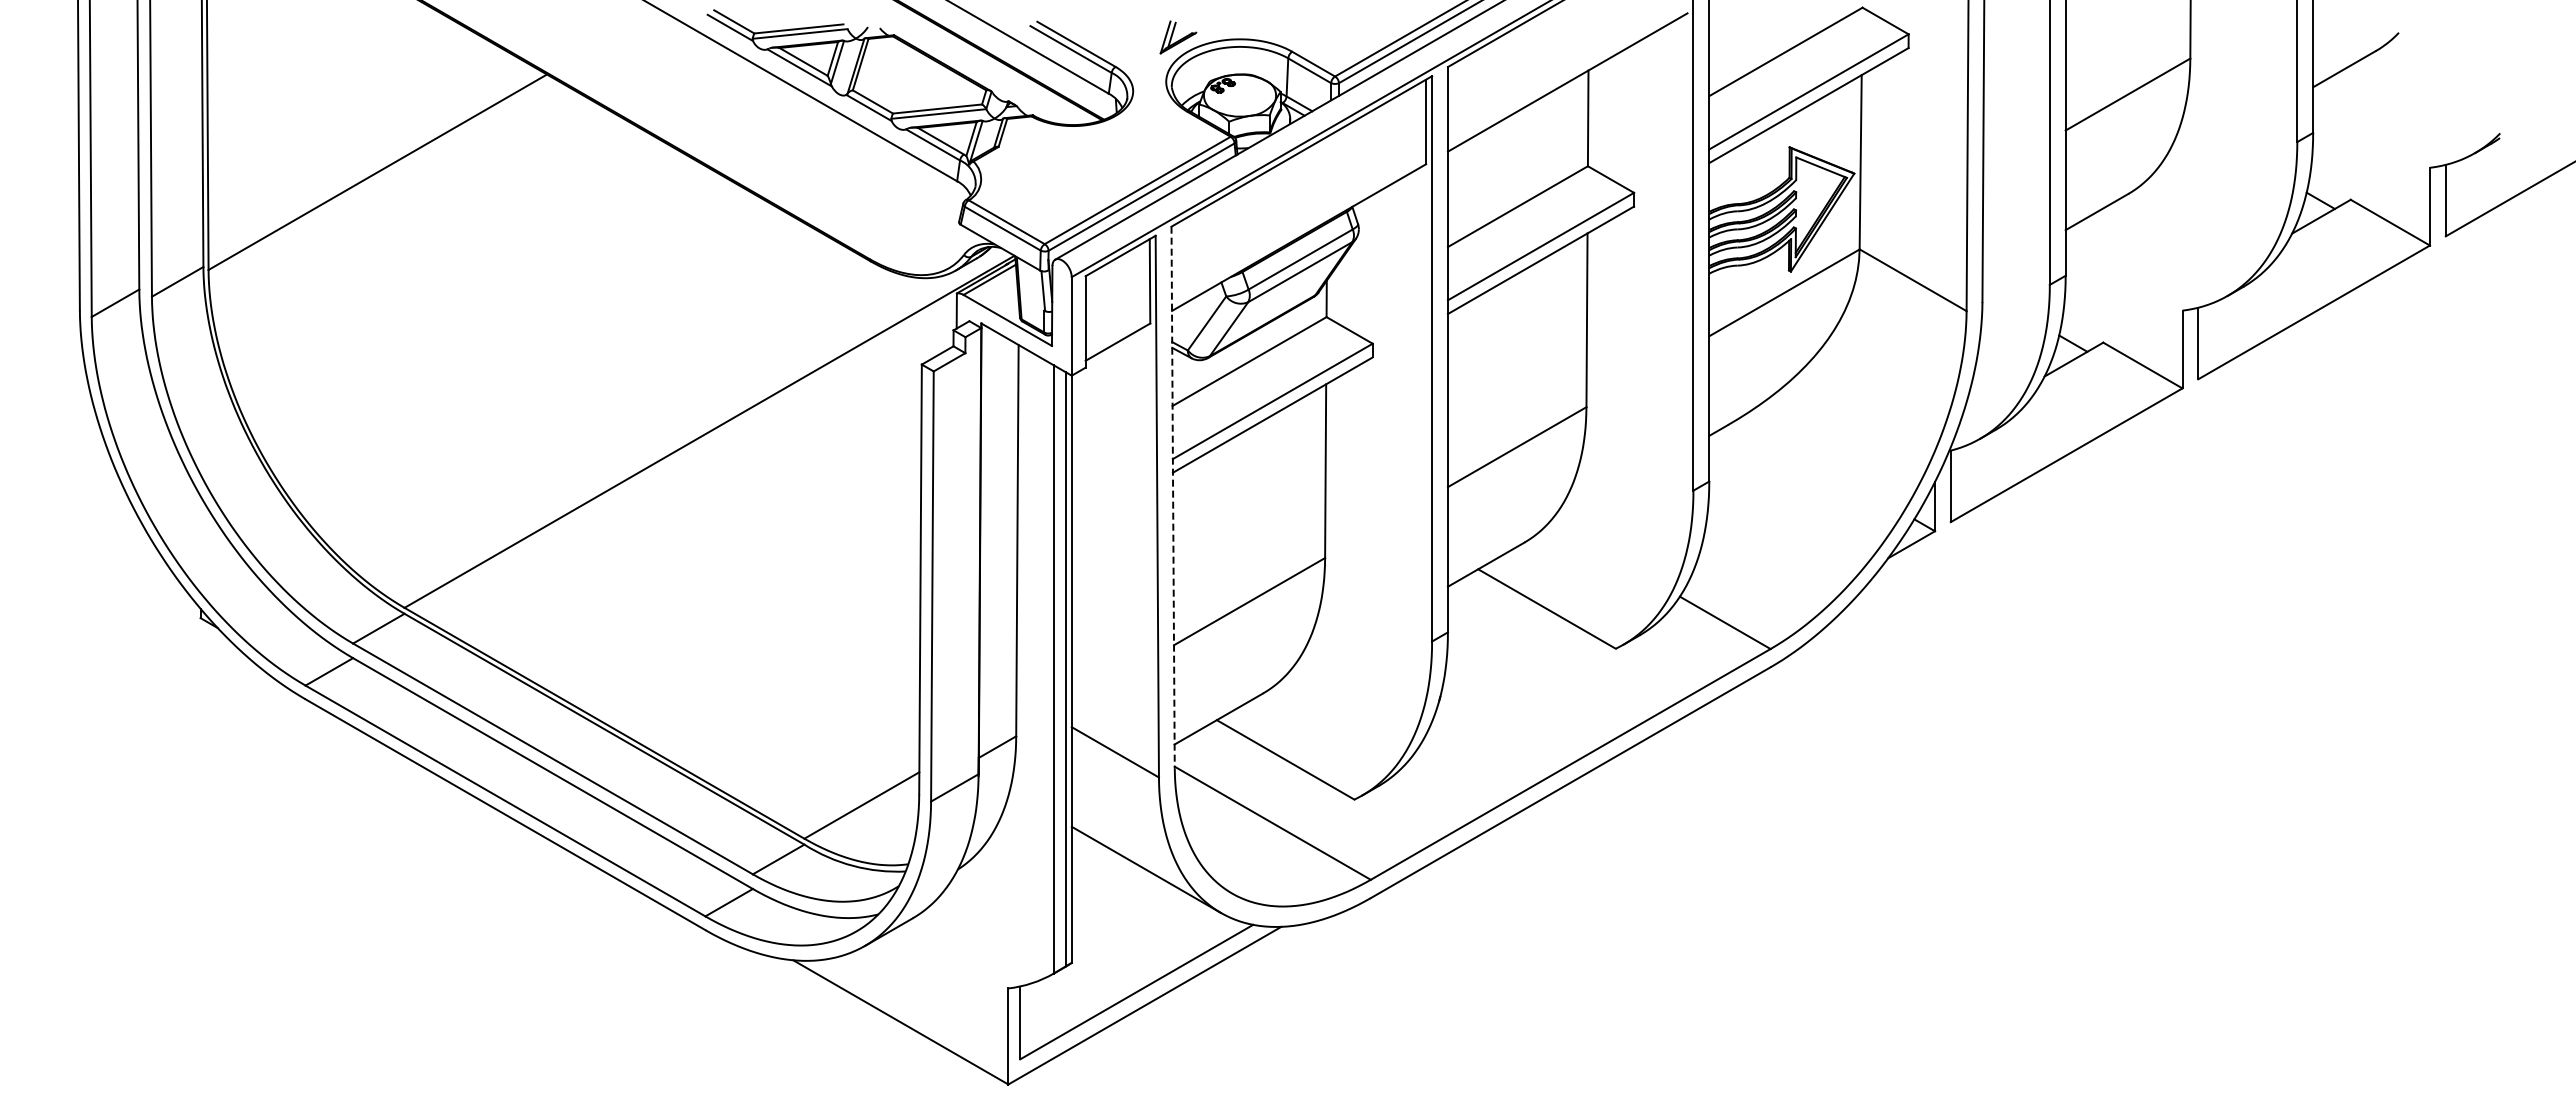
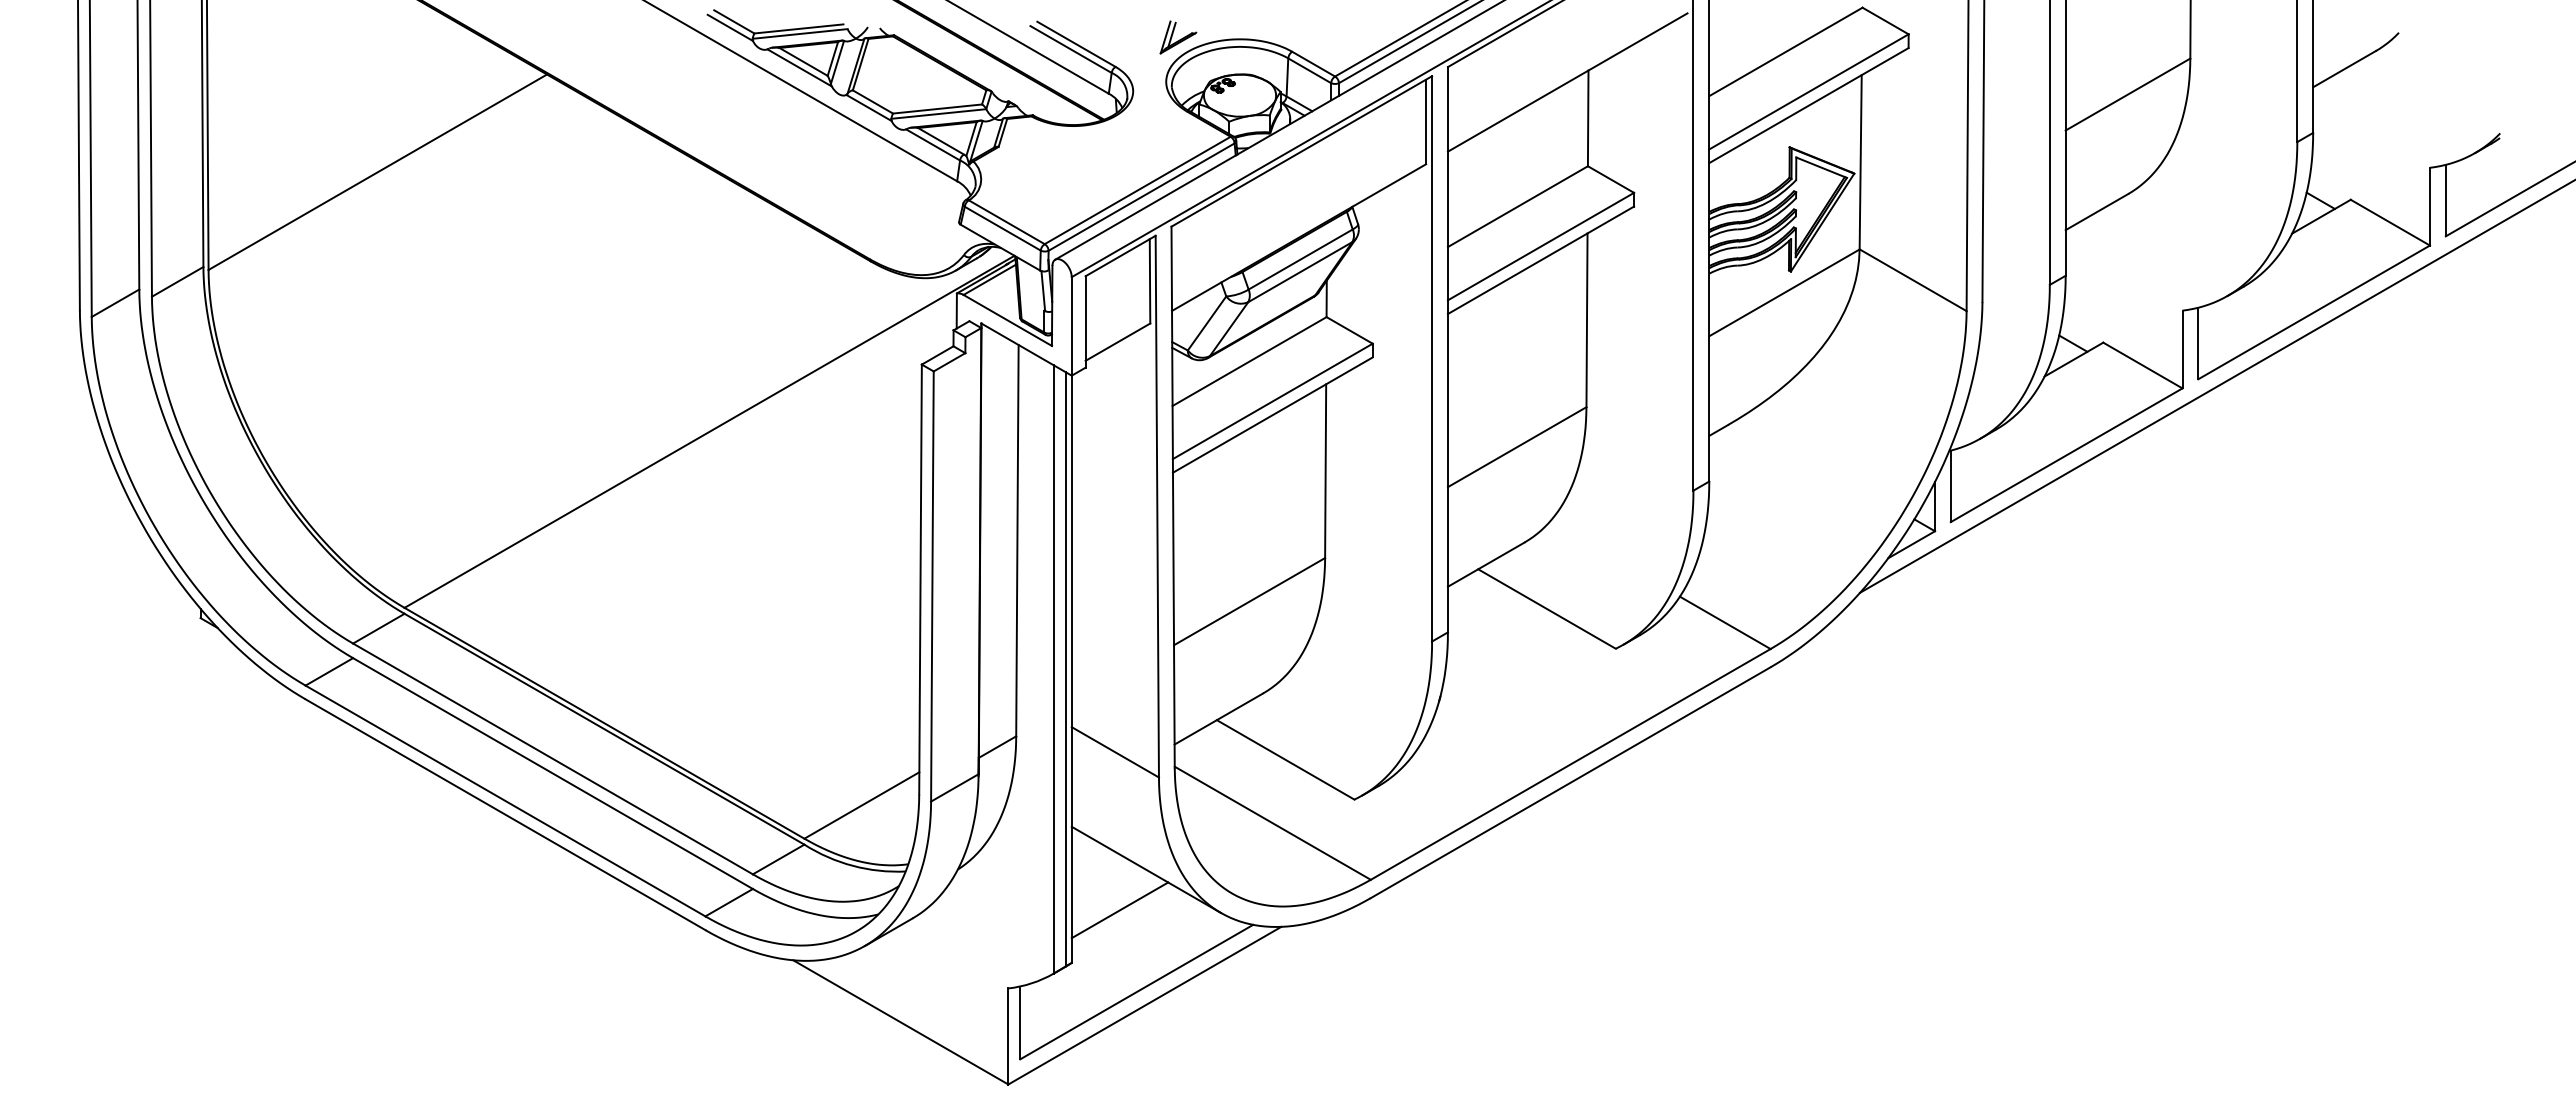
line at (2215, 386): none -> present
line at (1173, 497): dashed -> solid
line at (1119, 910): none -> present
